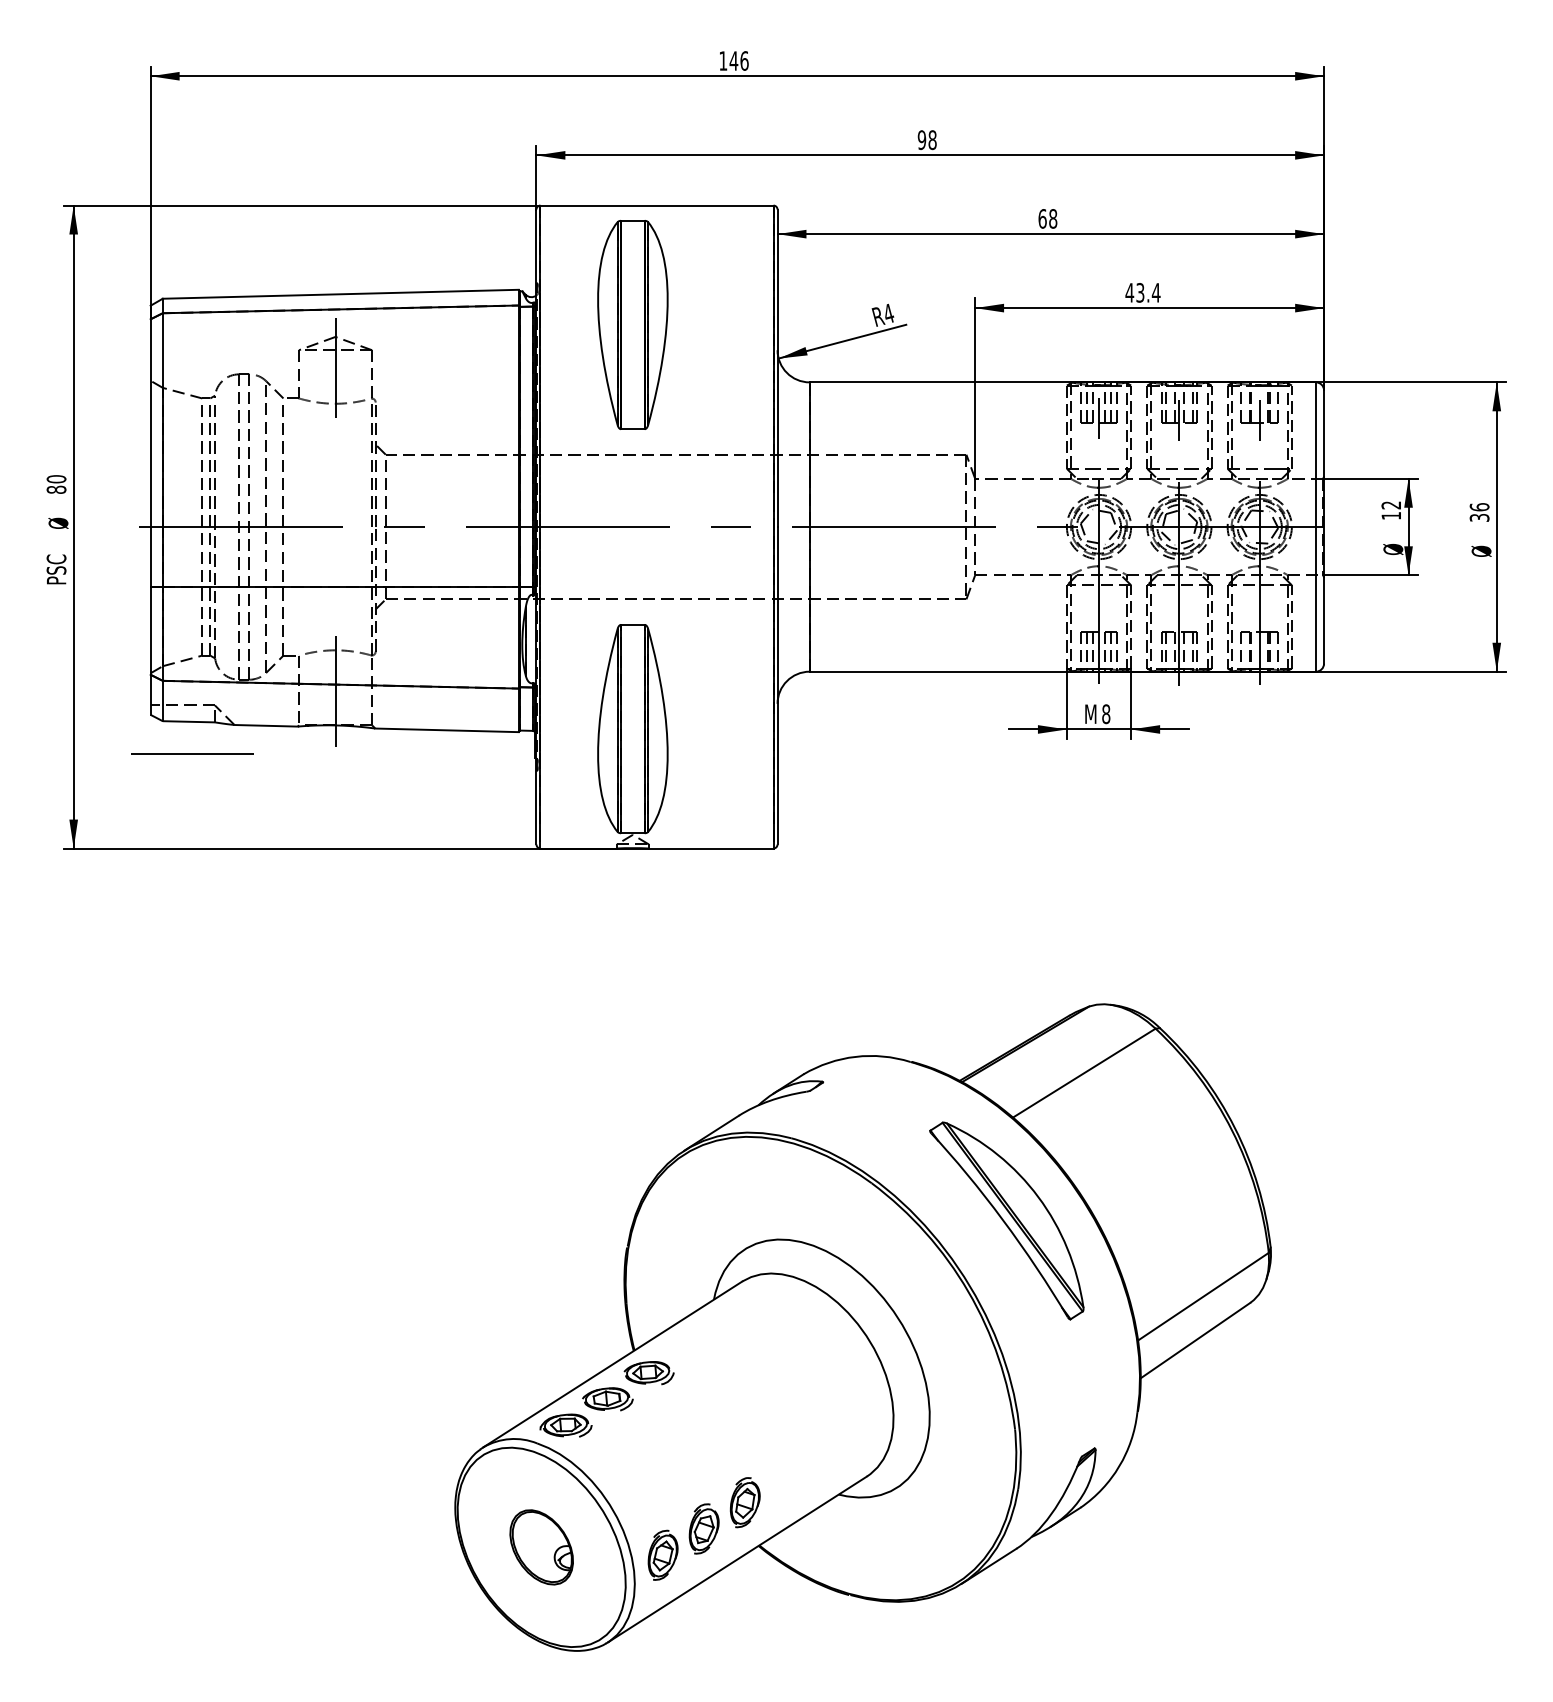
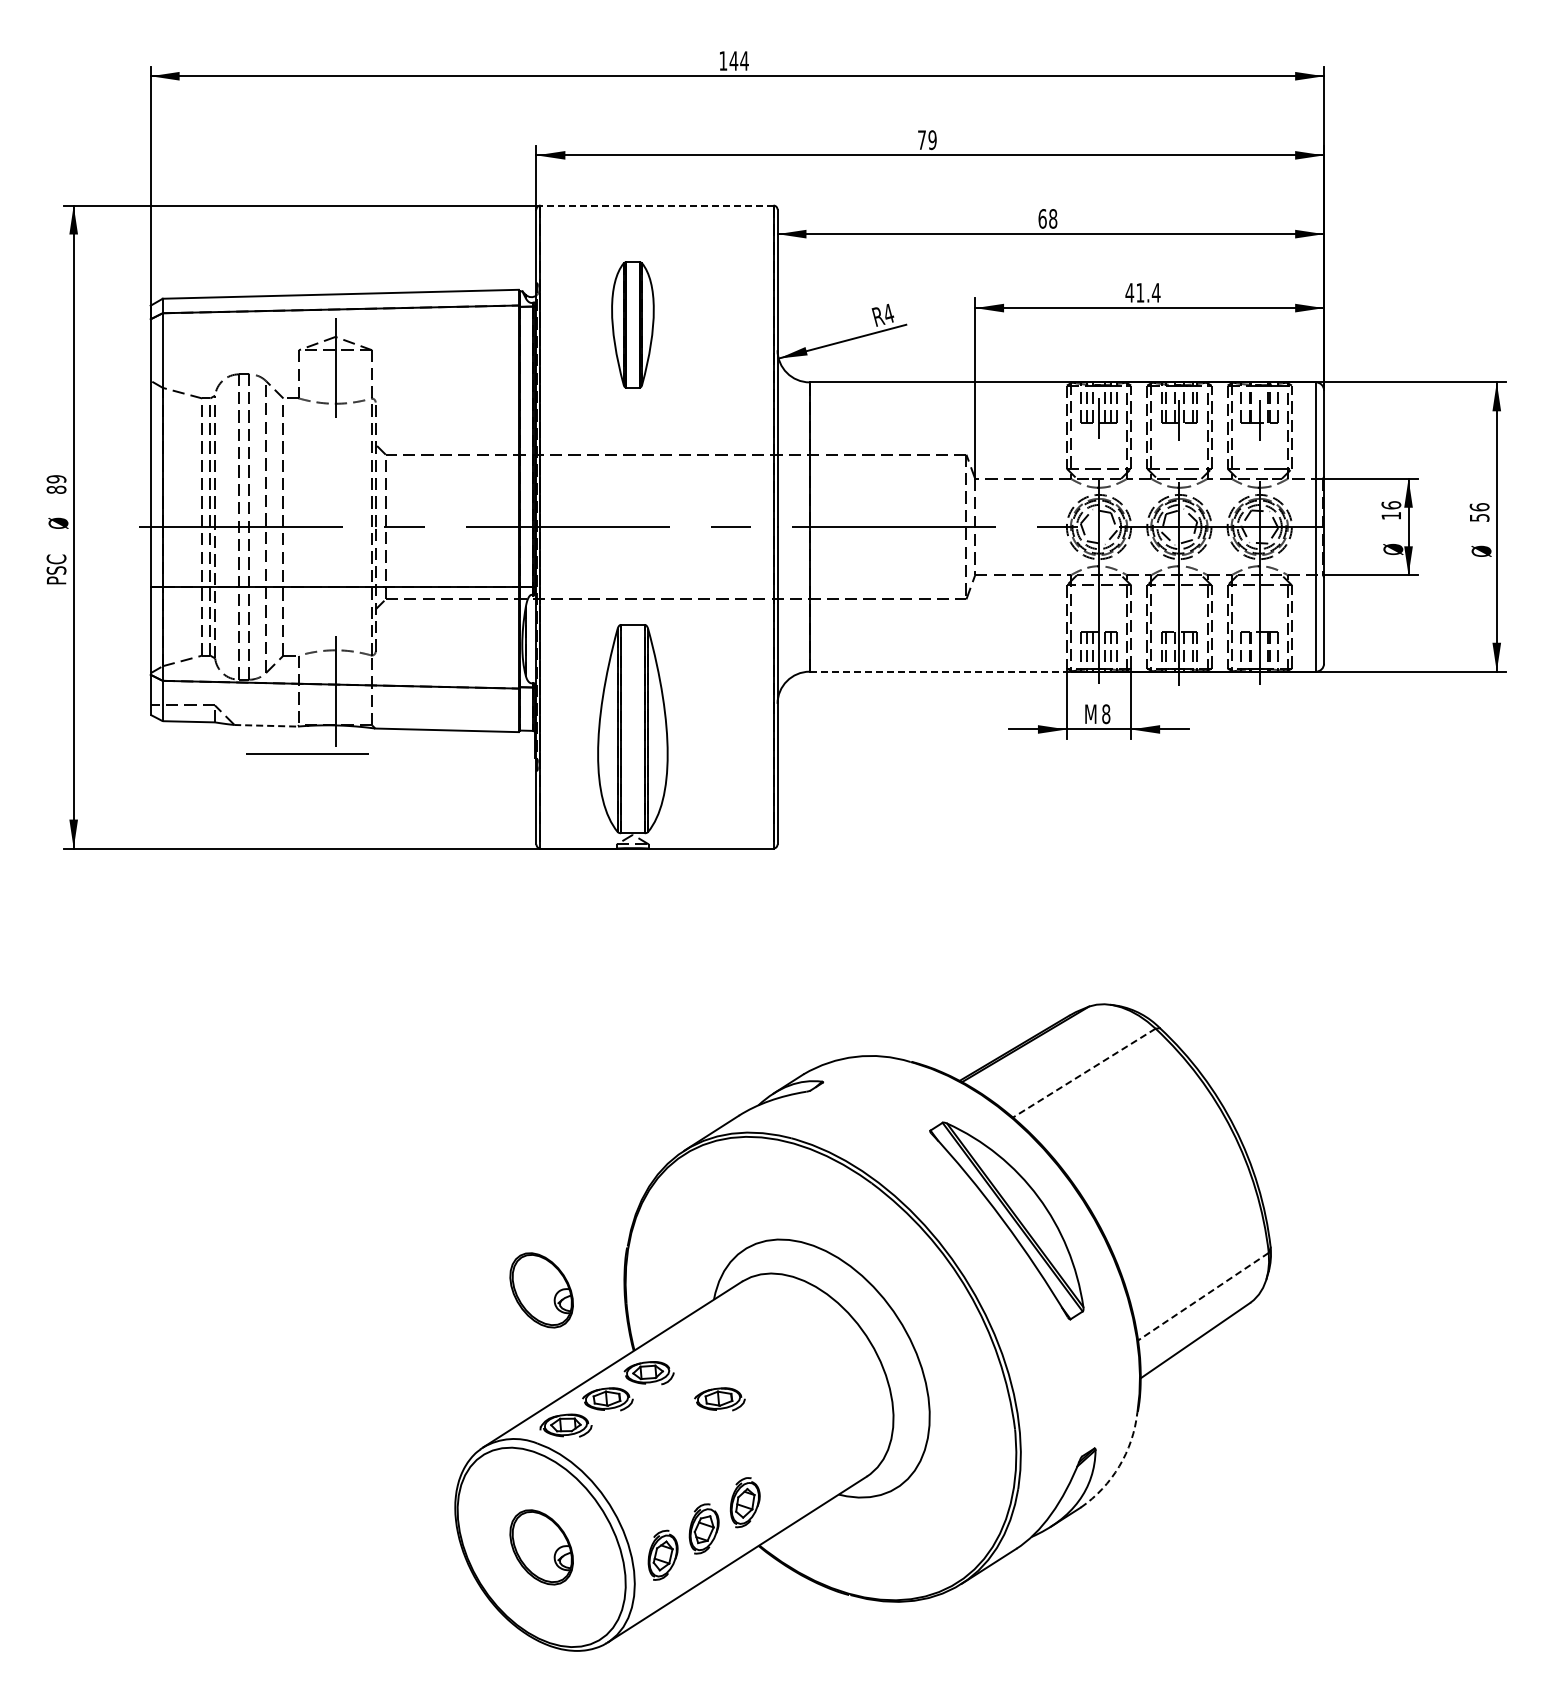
text at (744, 60): 146 -> 144
text at (926, 140): 98 -> 79
line at (657, 205): solid -> dashed
text at (1140, 292): 43.4 -> 41.4
part at (632, 324) size: 72x210 px -> 44x128 px
text at (56, 479): 80 -> 89
text at (1391, 505): 12 -> 16
text at (1478, 517): 36 -> 56
line at (940, 671): solid -> dashed
line at (266, 725): solid -> dashed
line at (192, 753) position: (192, 753) -> (307, 753)
line at (1083, 1073): solid -> dashed
part at (541, 1290): none -> present
line at (1203, 1296): solid -> dashed
part at (719, 1399): none -> present
arc at (1119, 1466): solid -> dashed
